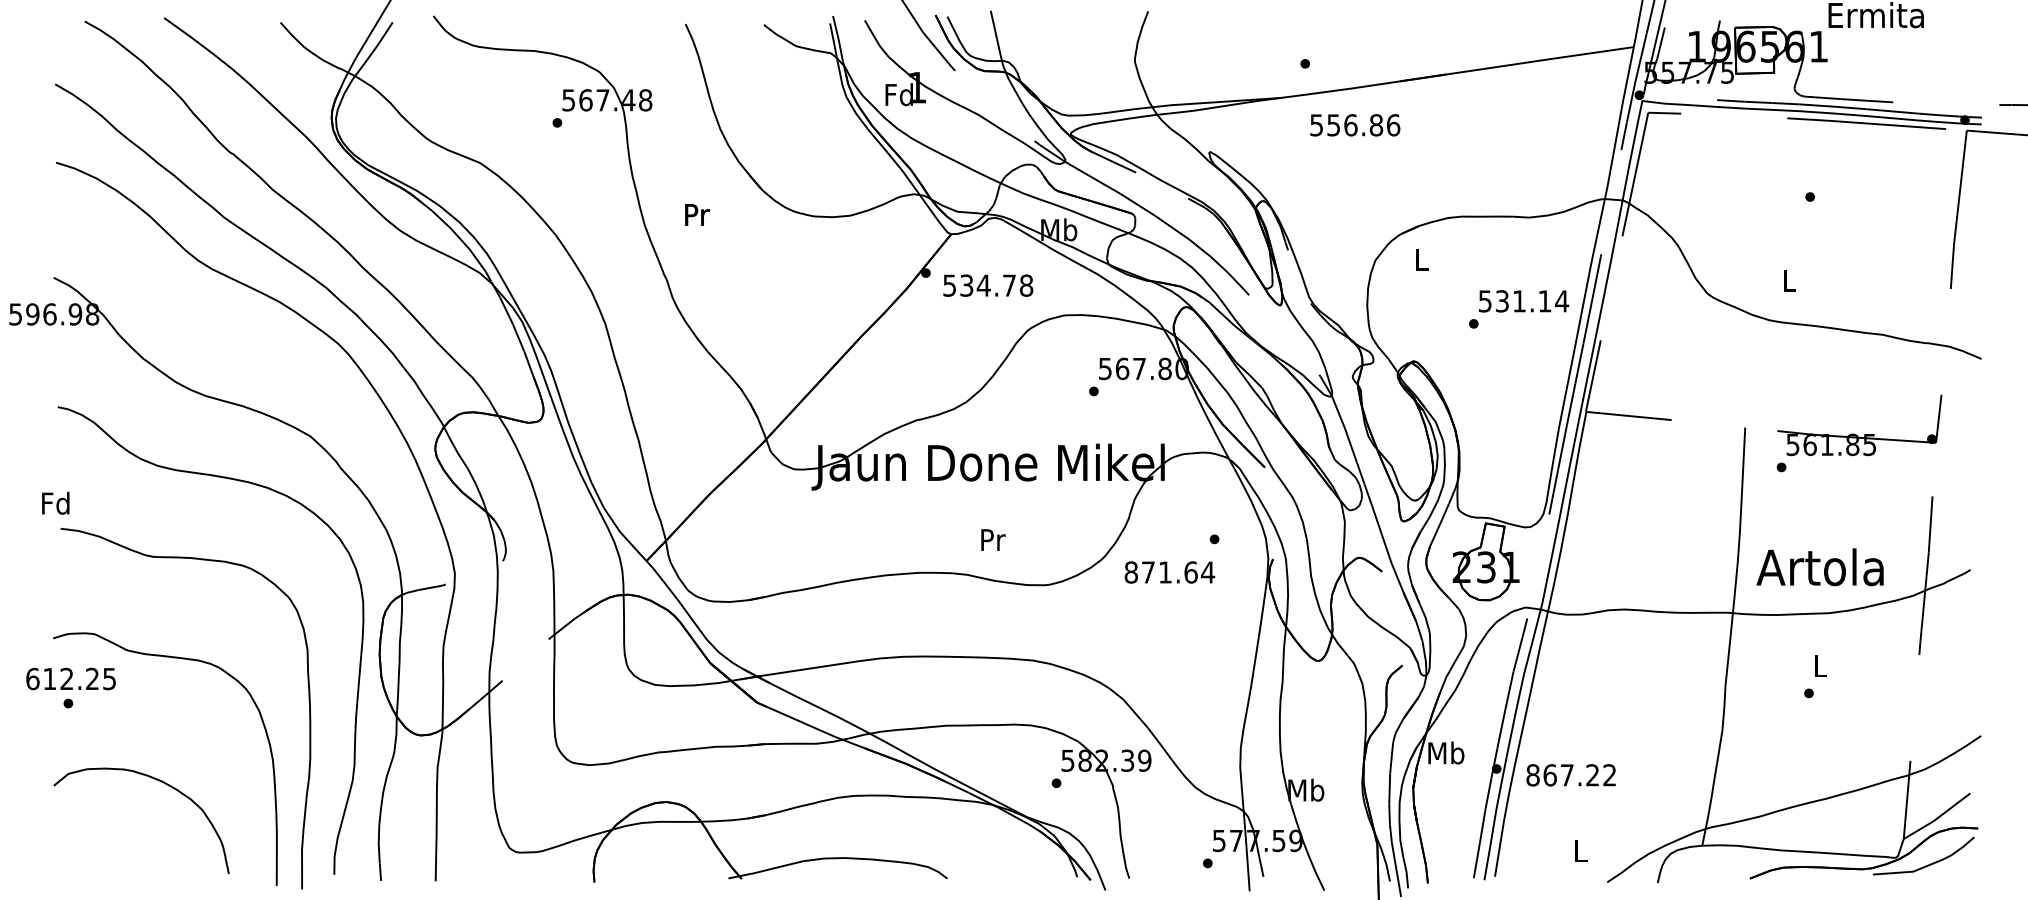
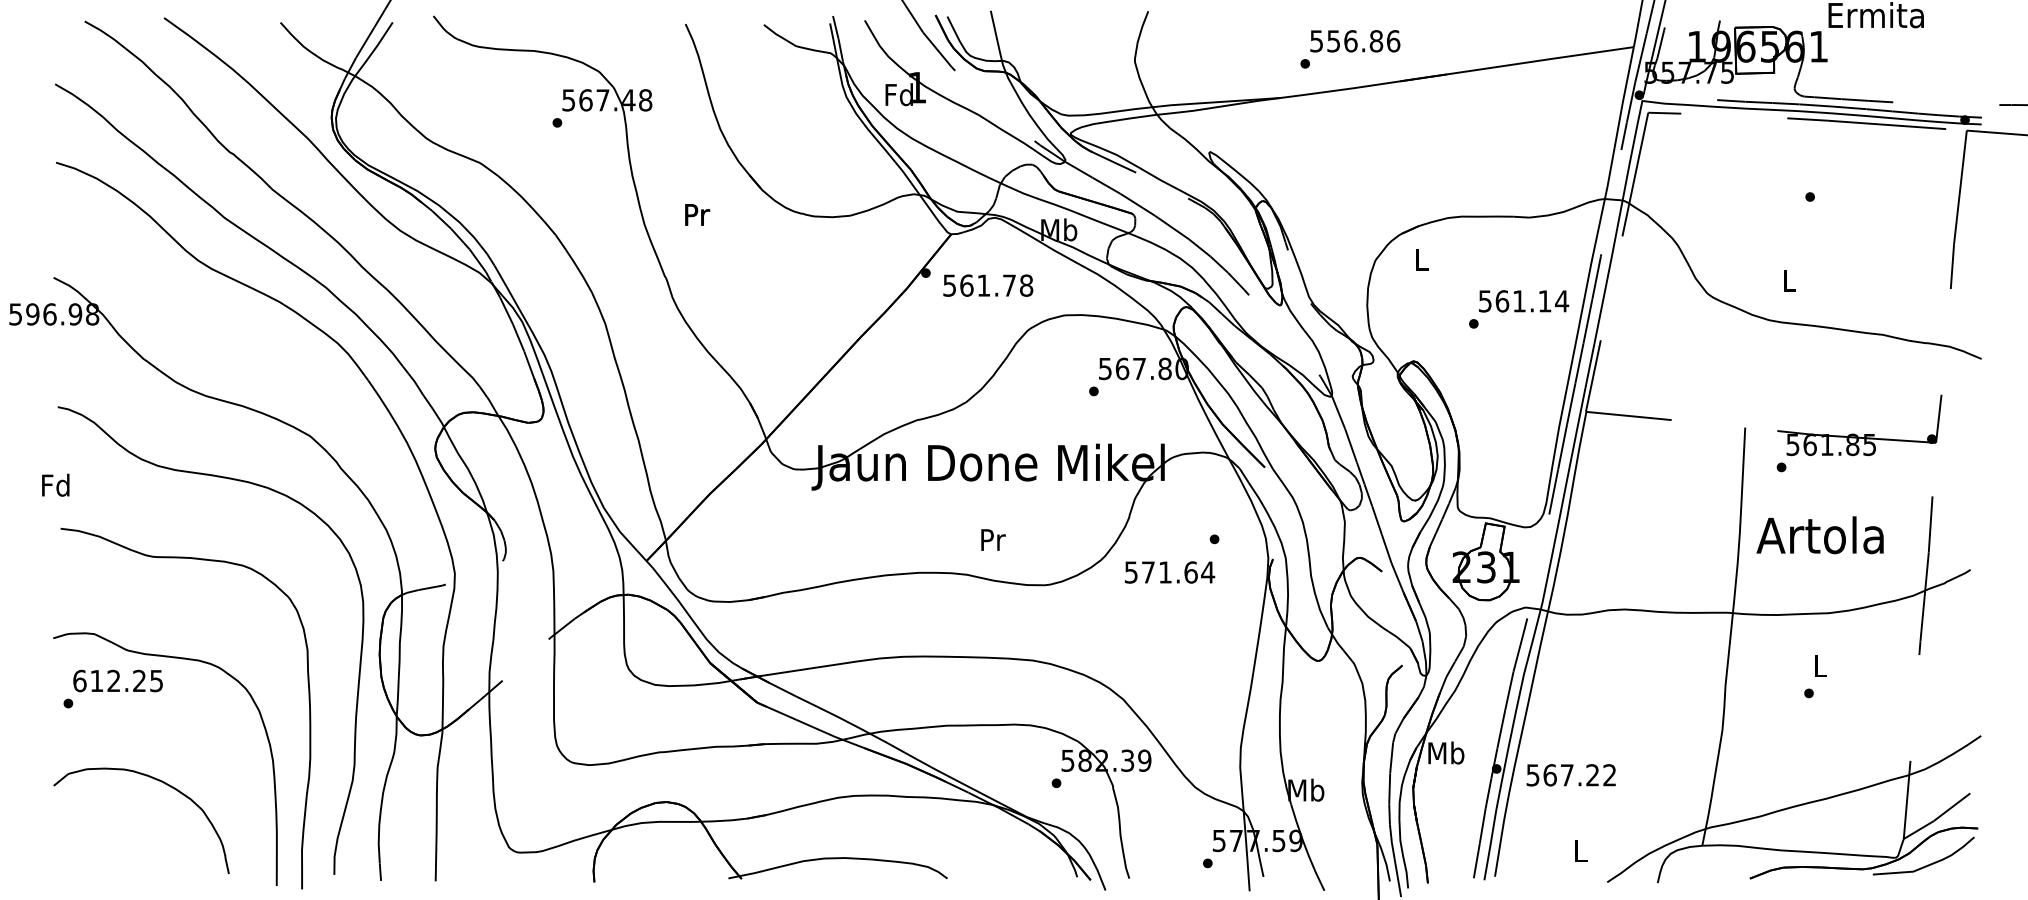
text at (1355, 125) position: (1355, 125) -> (1355, 41)
text at (975, 285): 534.78 -> 561.78
text at (1502, 301): 531.14 -> 561.14
text at (55, 502) position: (55, 502) -> (55, 484)
text at (1819, 567) position: (1819, 567) -> (1819, 535)
text at (1130, 572): 871.64 -> 571.64
text at (70, 678) position: (70, 678) -> (117, 680)
text at (1532, 775): 867.22 -> 567.22
